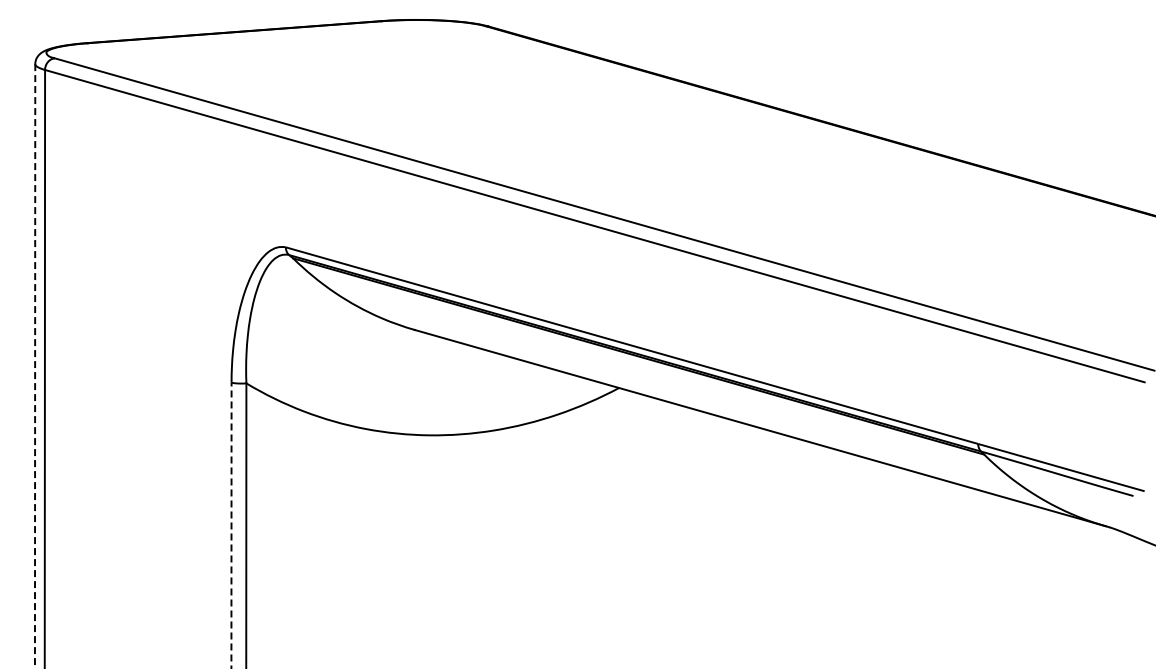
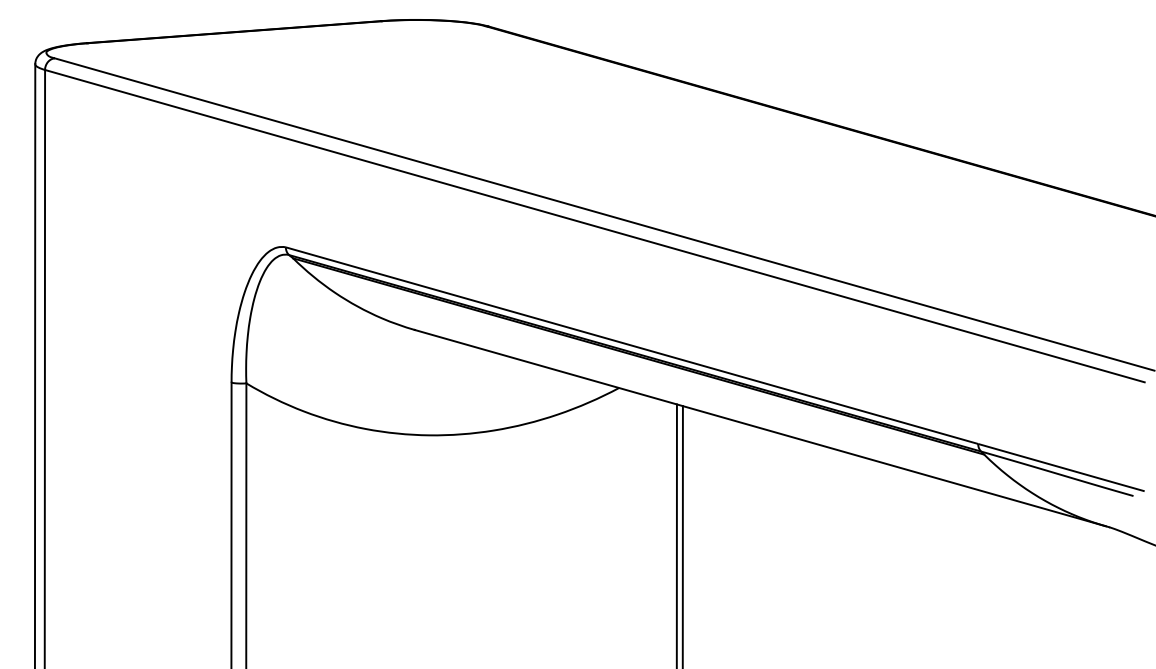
line at (35, 366): dashed -> solid
line at (231, 525): dashed -> solid
line at (676, 534): none -> present
line at (682, 535): none -> present
